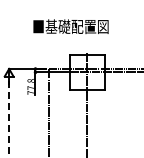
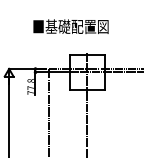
line at (9, 117): dashed -> solid
